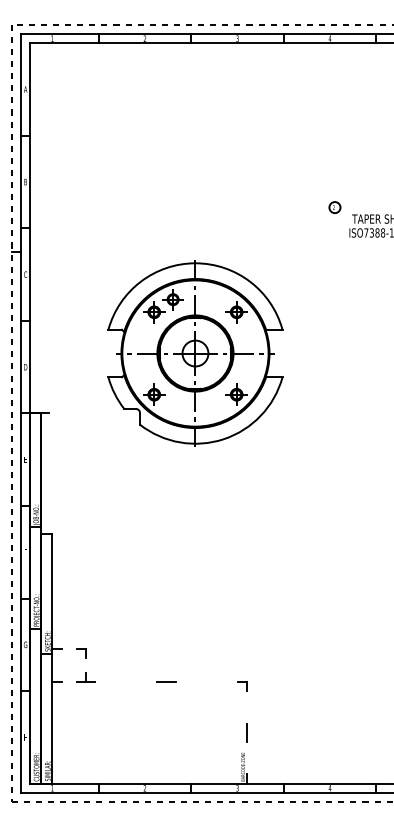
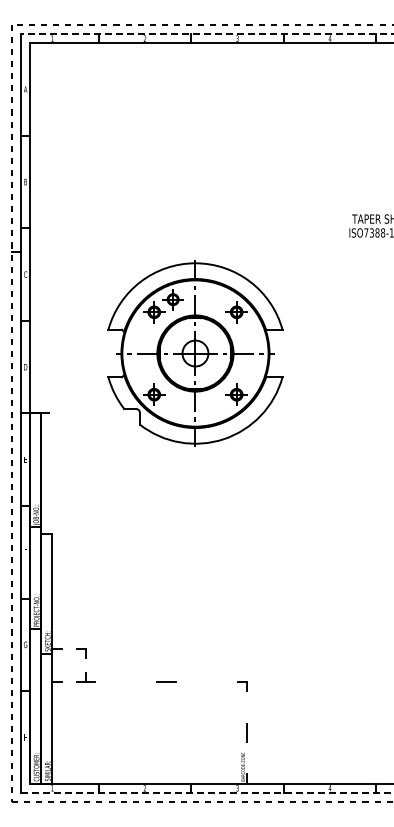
line at (206, 34): solid -> dashed
part at (334, 207): present -> none
line at (207, 792): solid -> dashed
